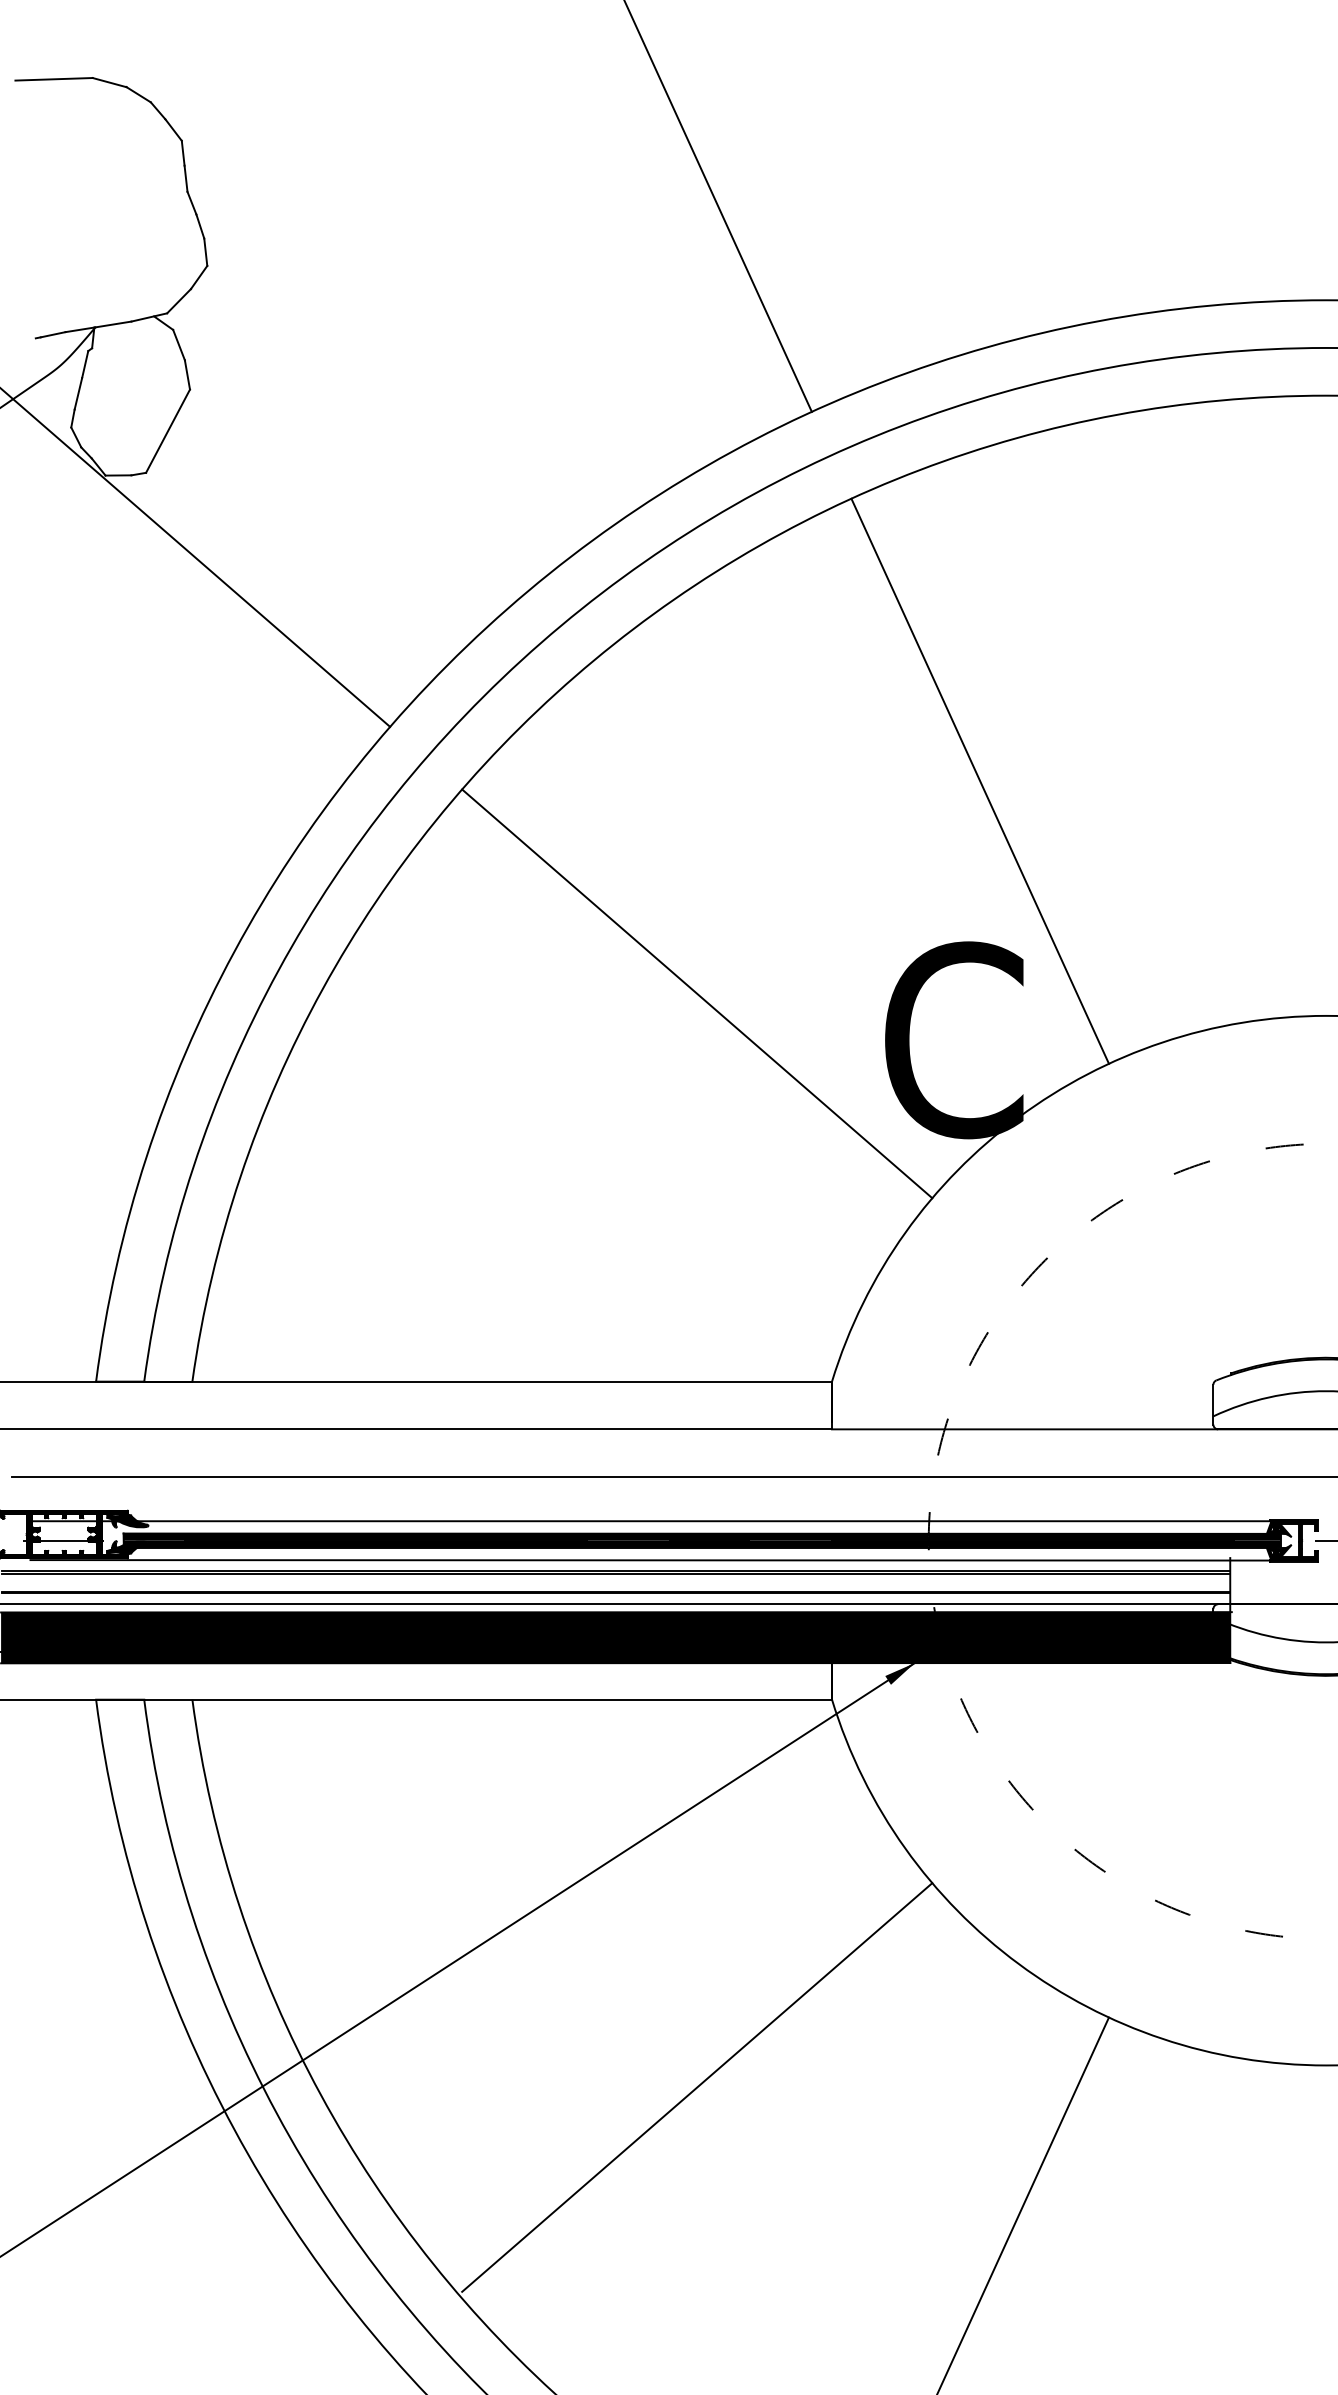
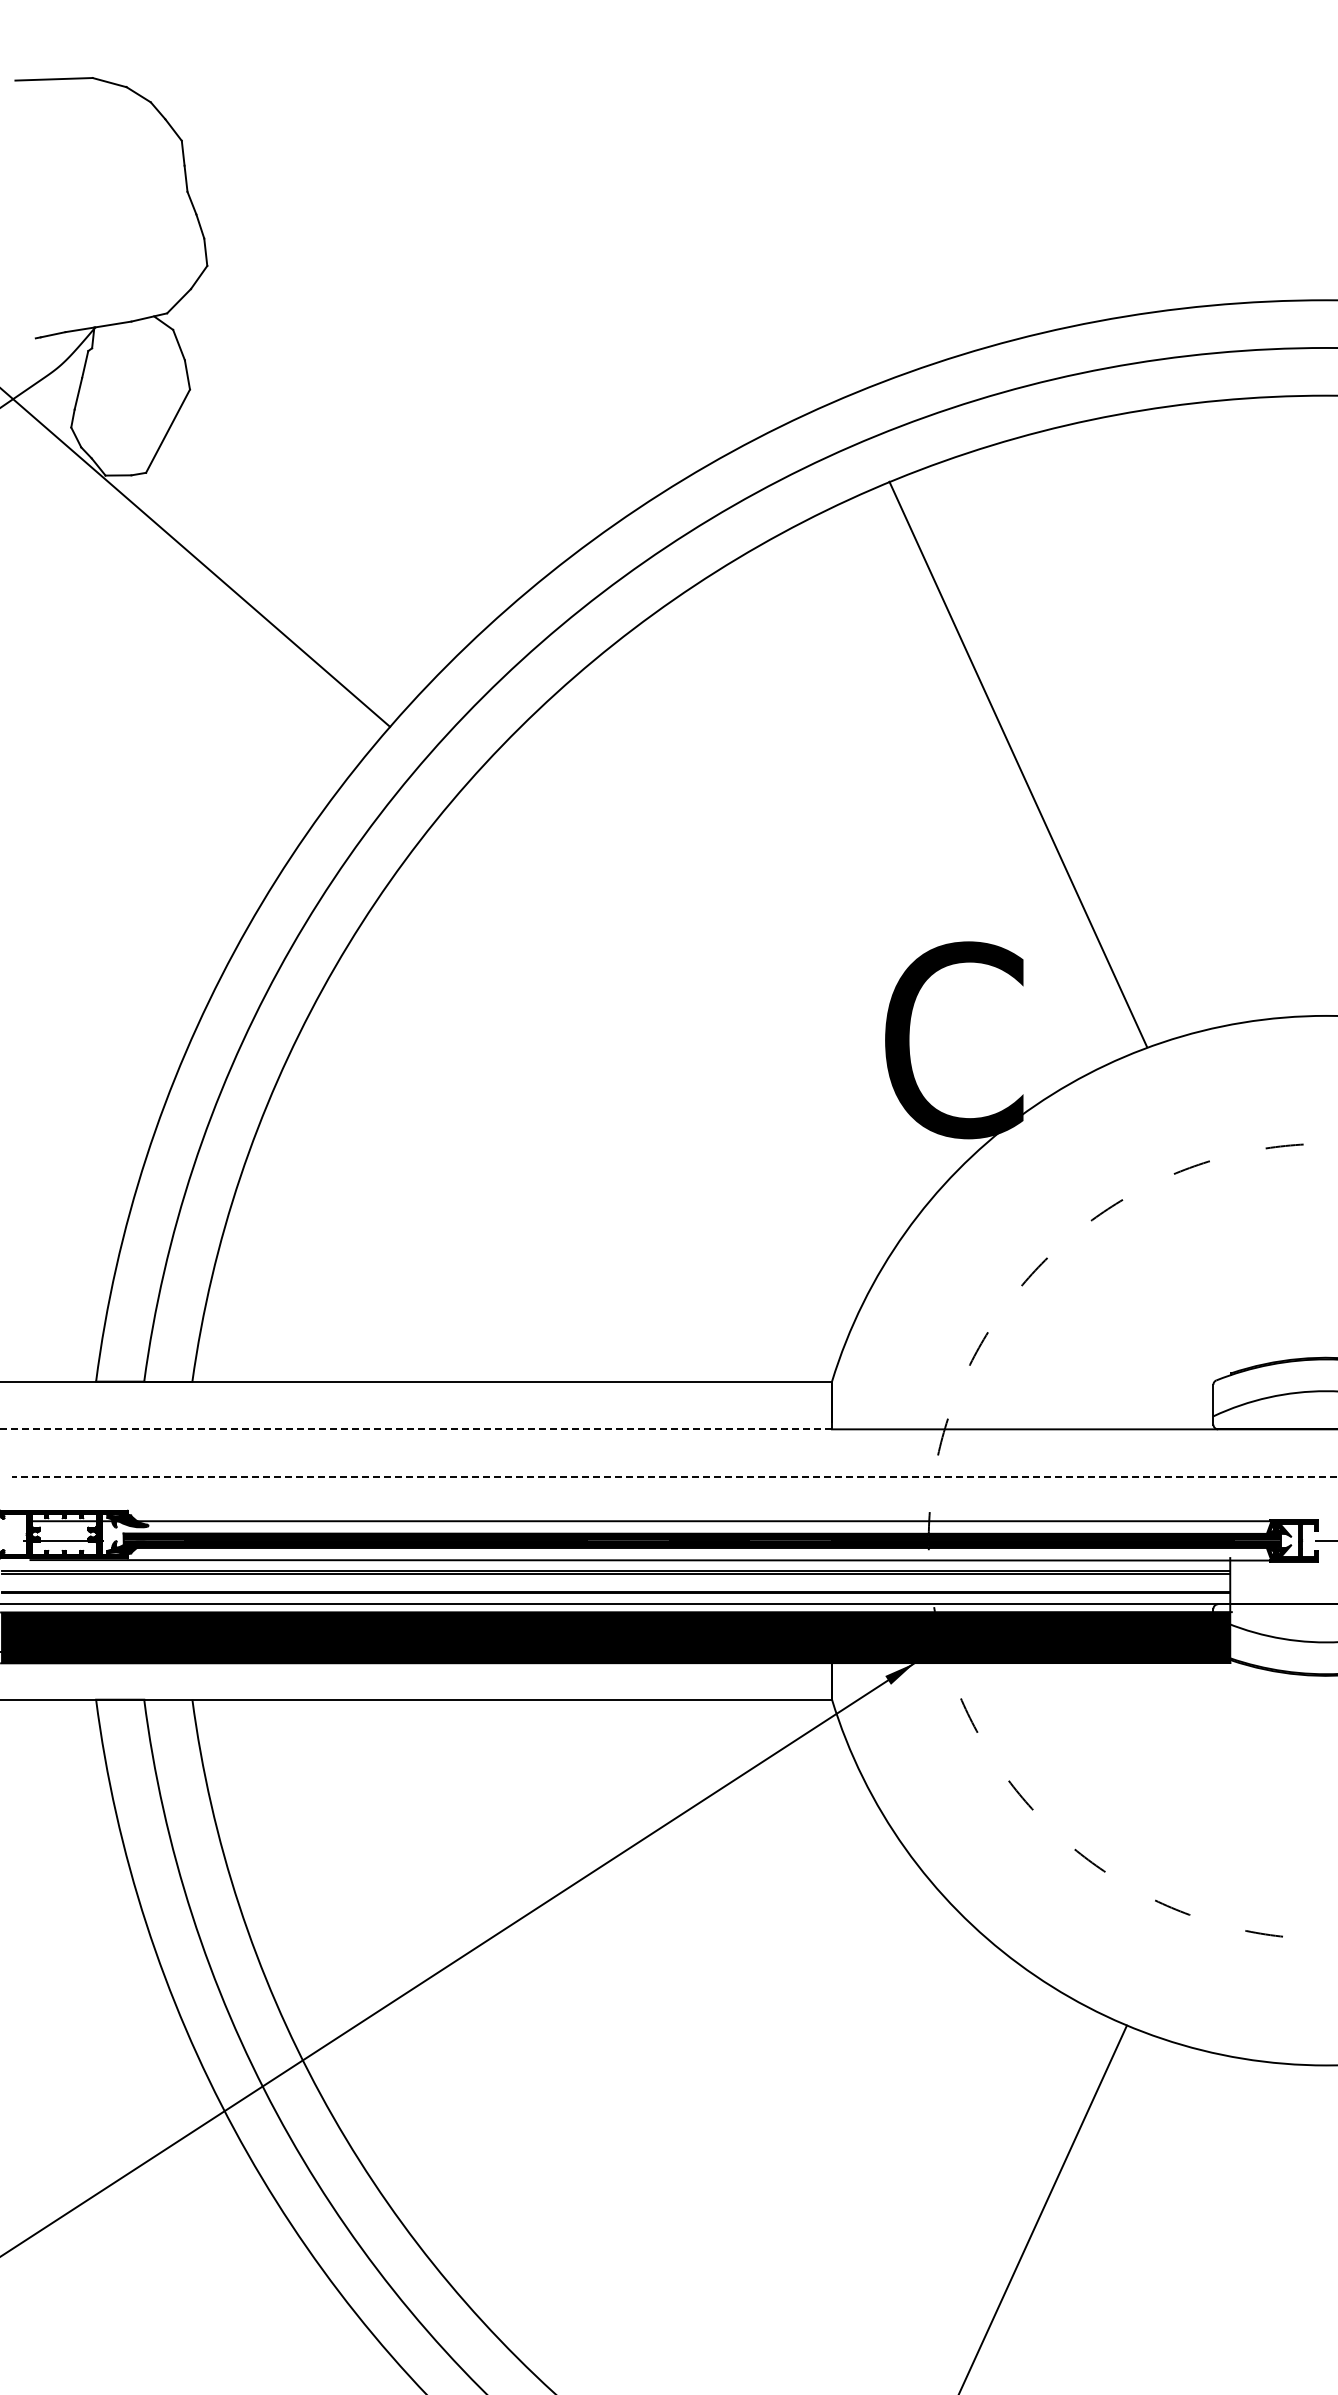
line at (718, 206): present -> none
line at (979, 780) position: (979, 780) -> (1017, 763)
line at (697, 993): present -> none
line at (416, 1429): solid -> dashed
line at (675, 1477): solid -> dashed
line at (697, 2087): present -> none
line at (1023, 2204) position: (1023, 2204) -> (1043, 2208)
